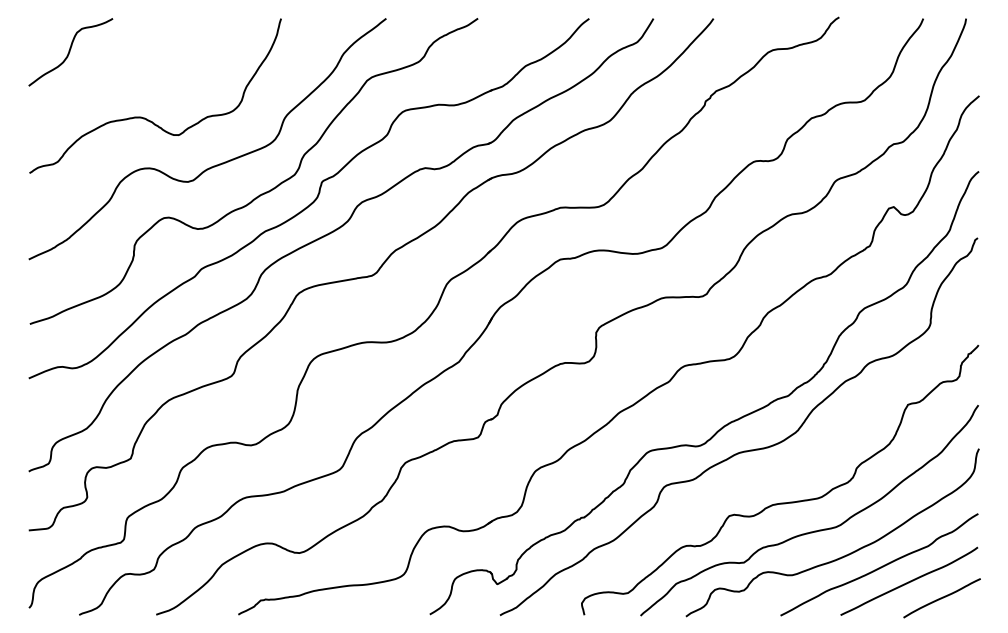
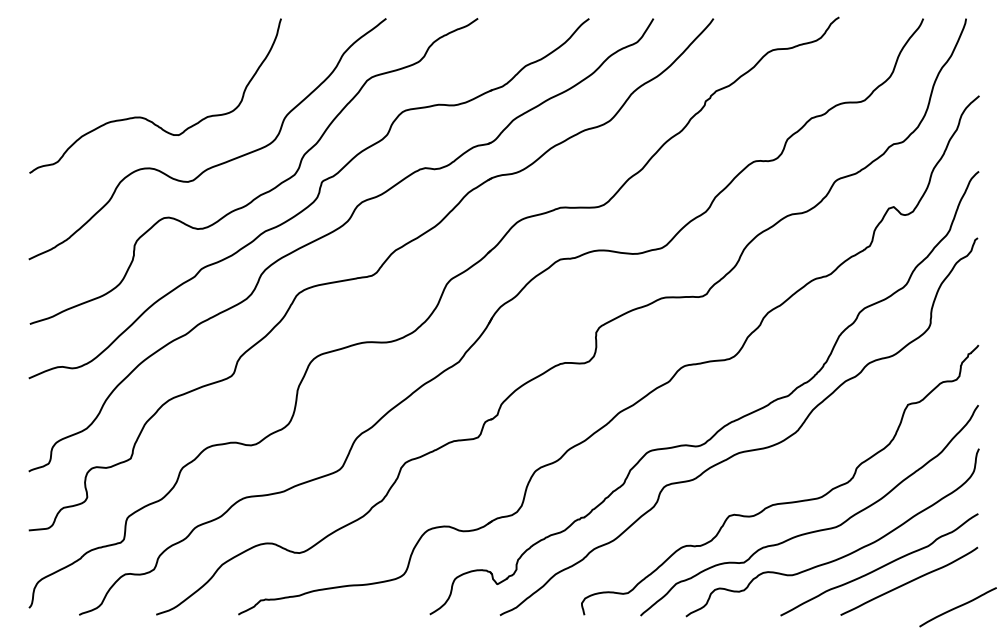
curve at (70, 52): present -> none
line at (941, 598) position: (941, 598) -> (957, 607)
